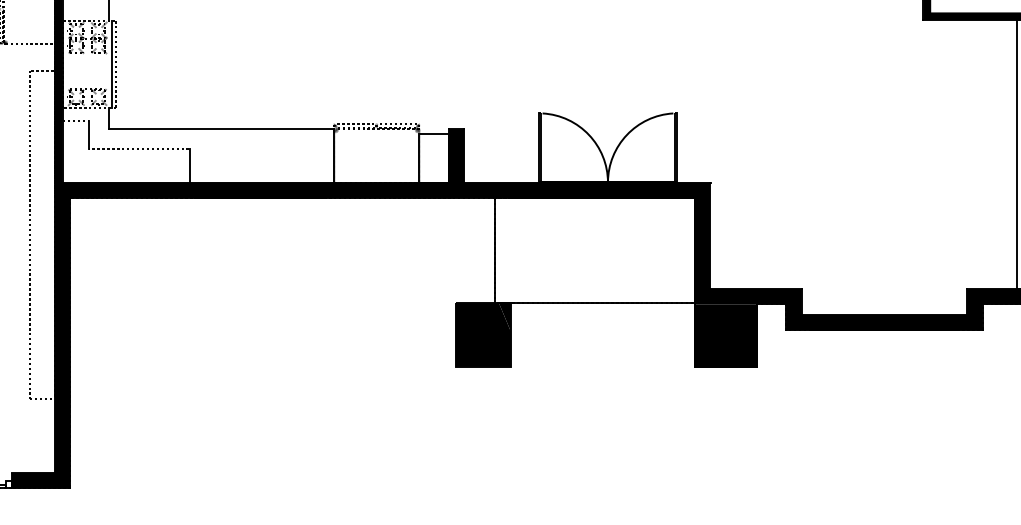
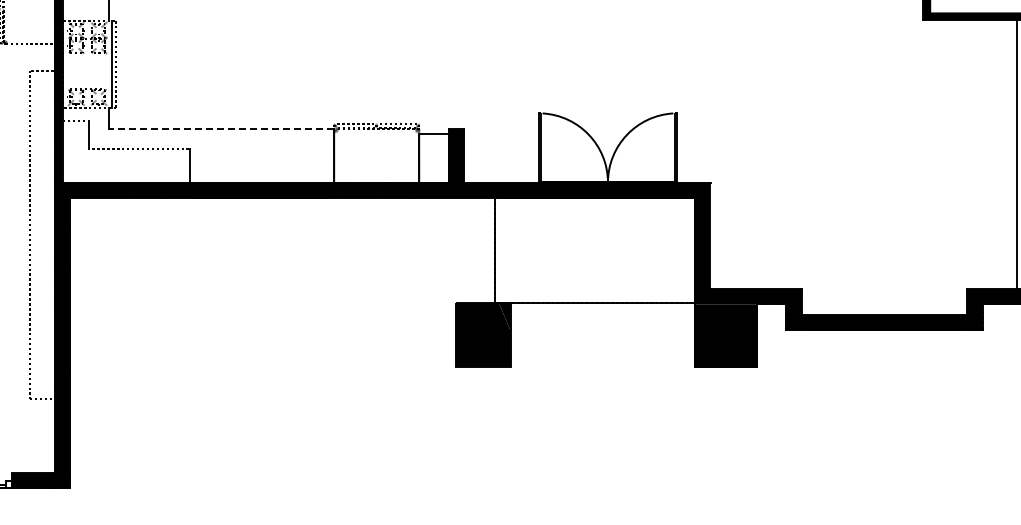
line at (221, 129): solid -> dashed
